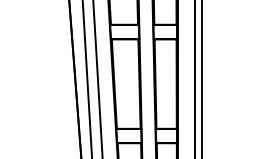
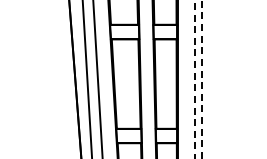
line at (195, 79): solid -> dashed
line at (202, 79): solid -> dashed
